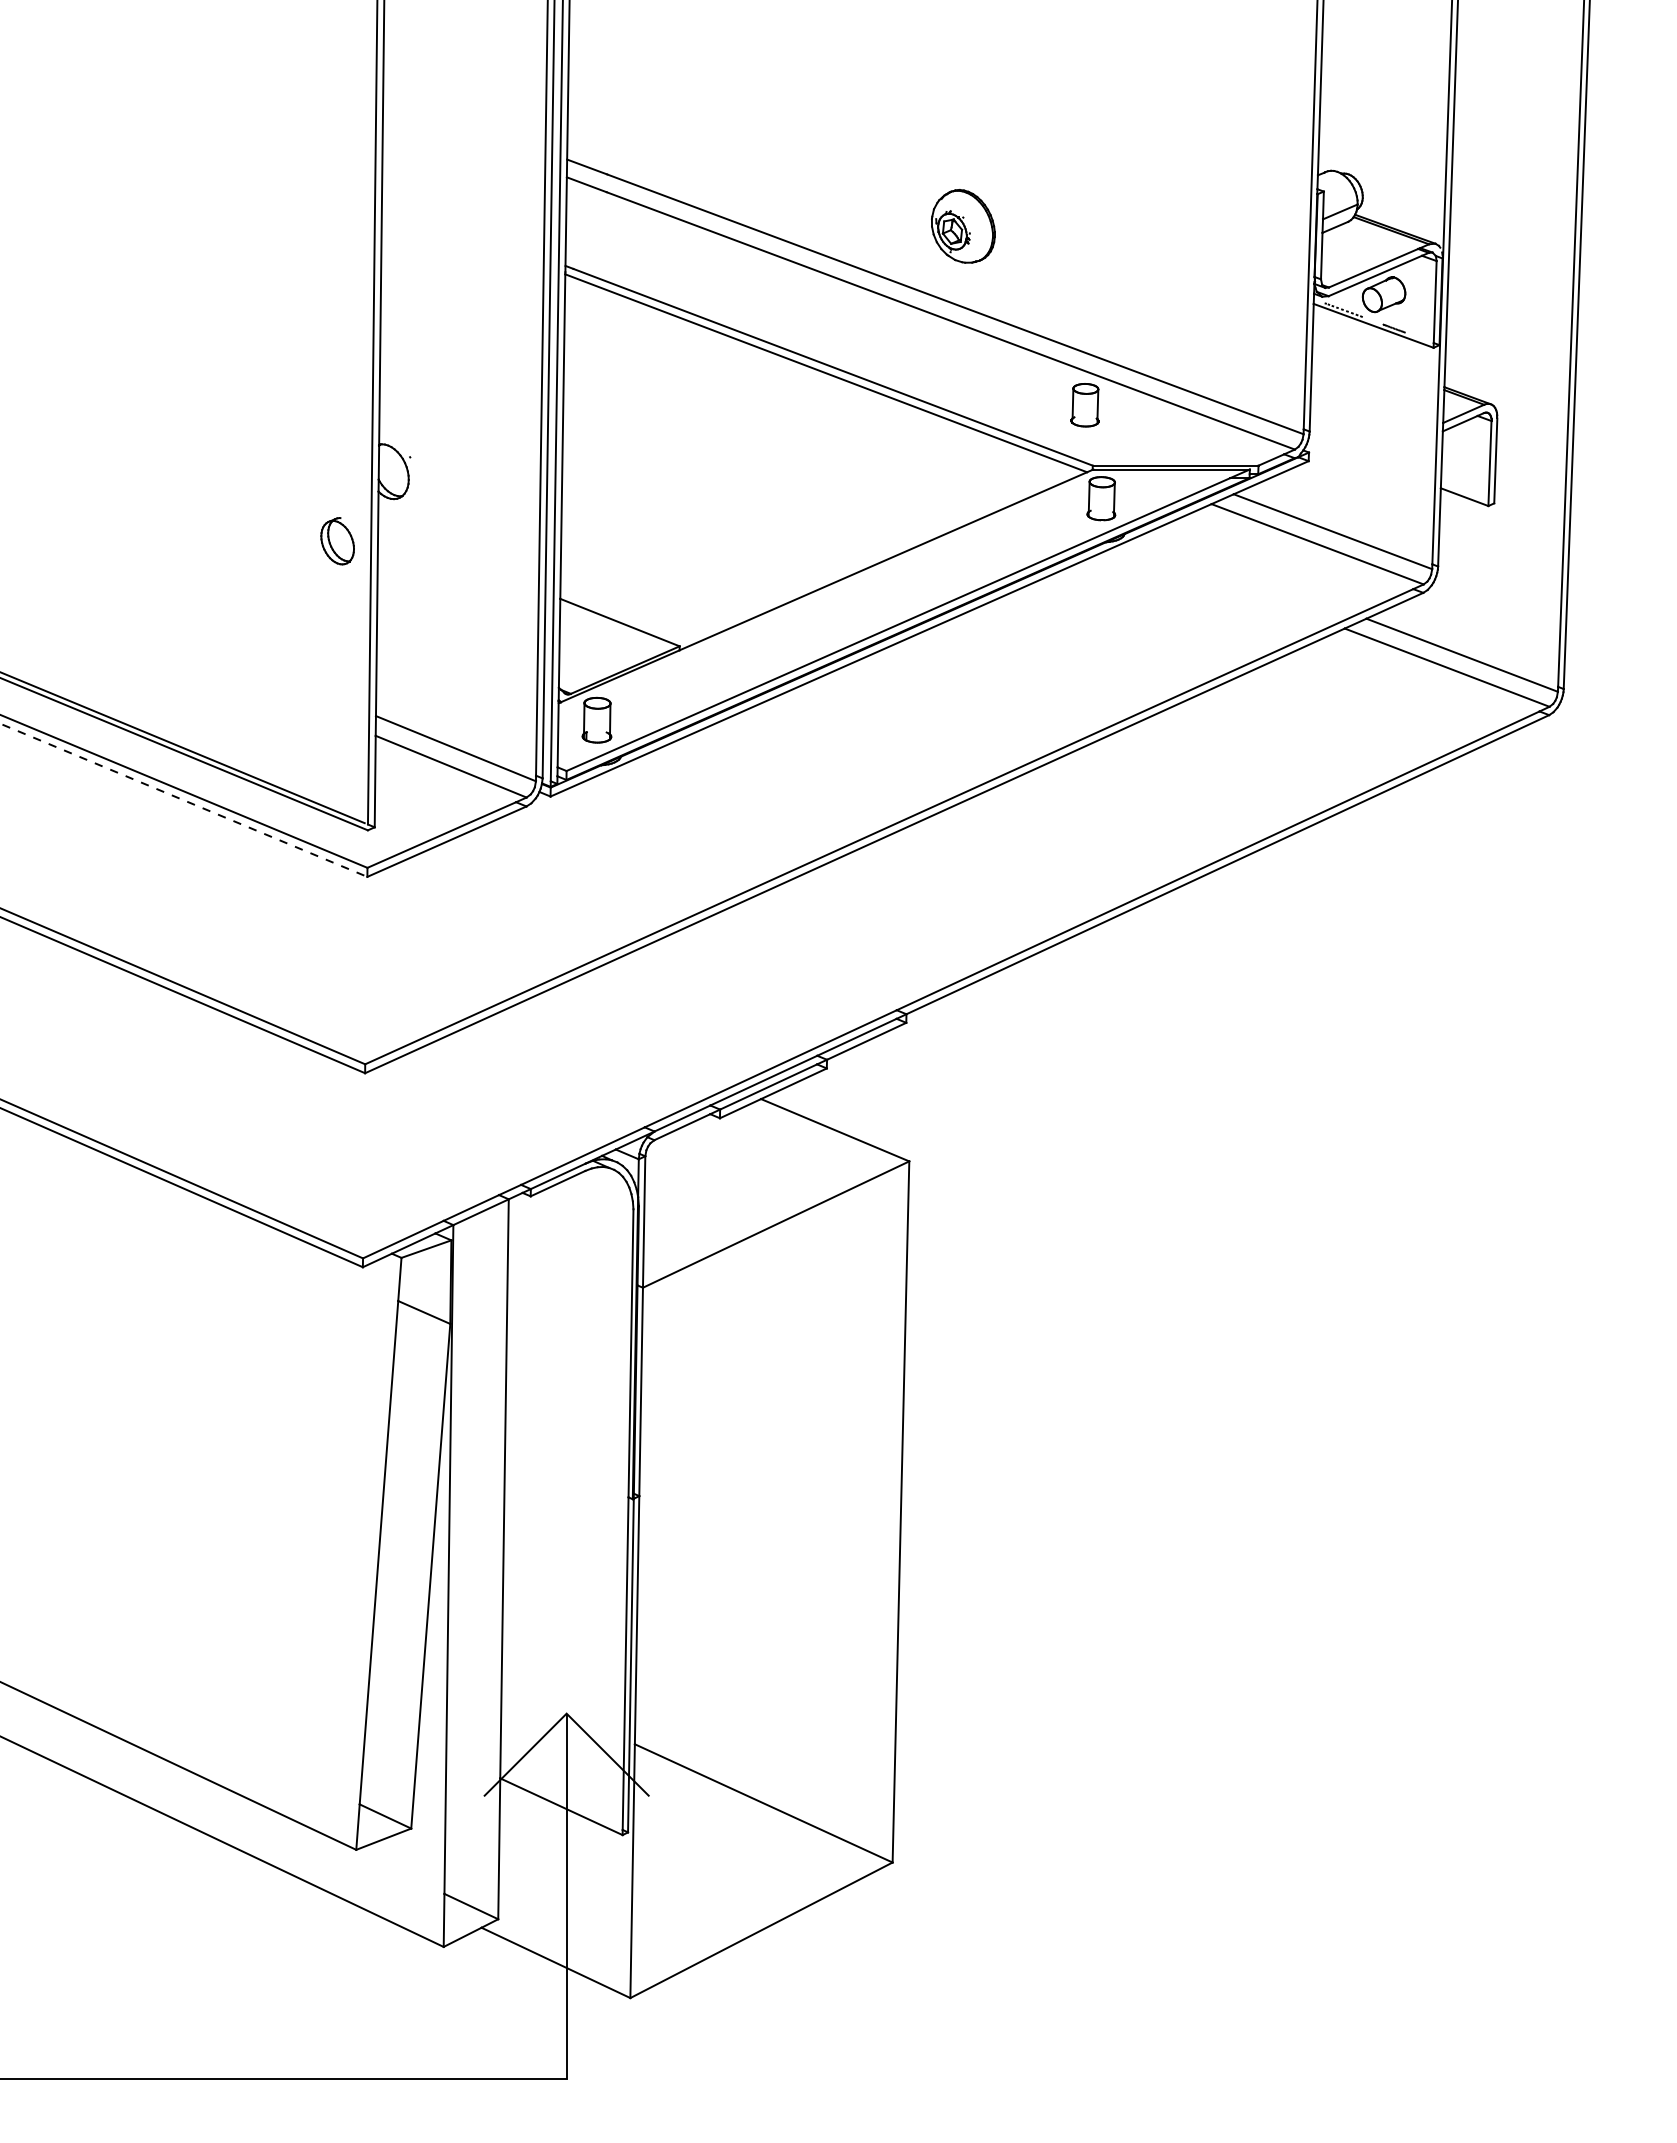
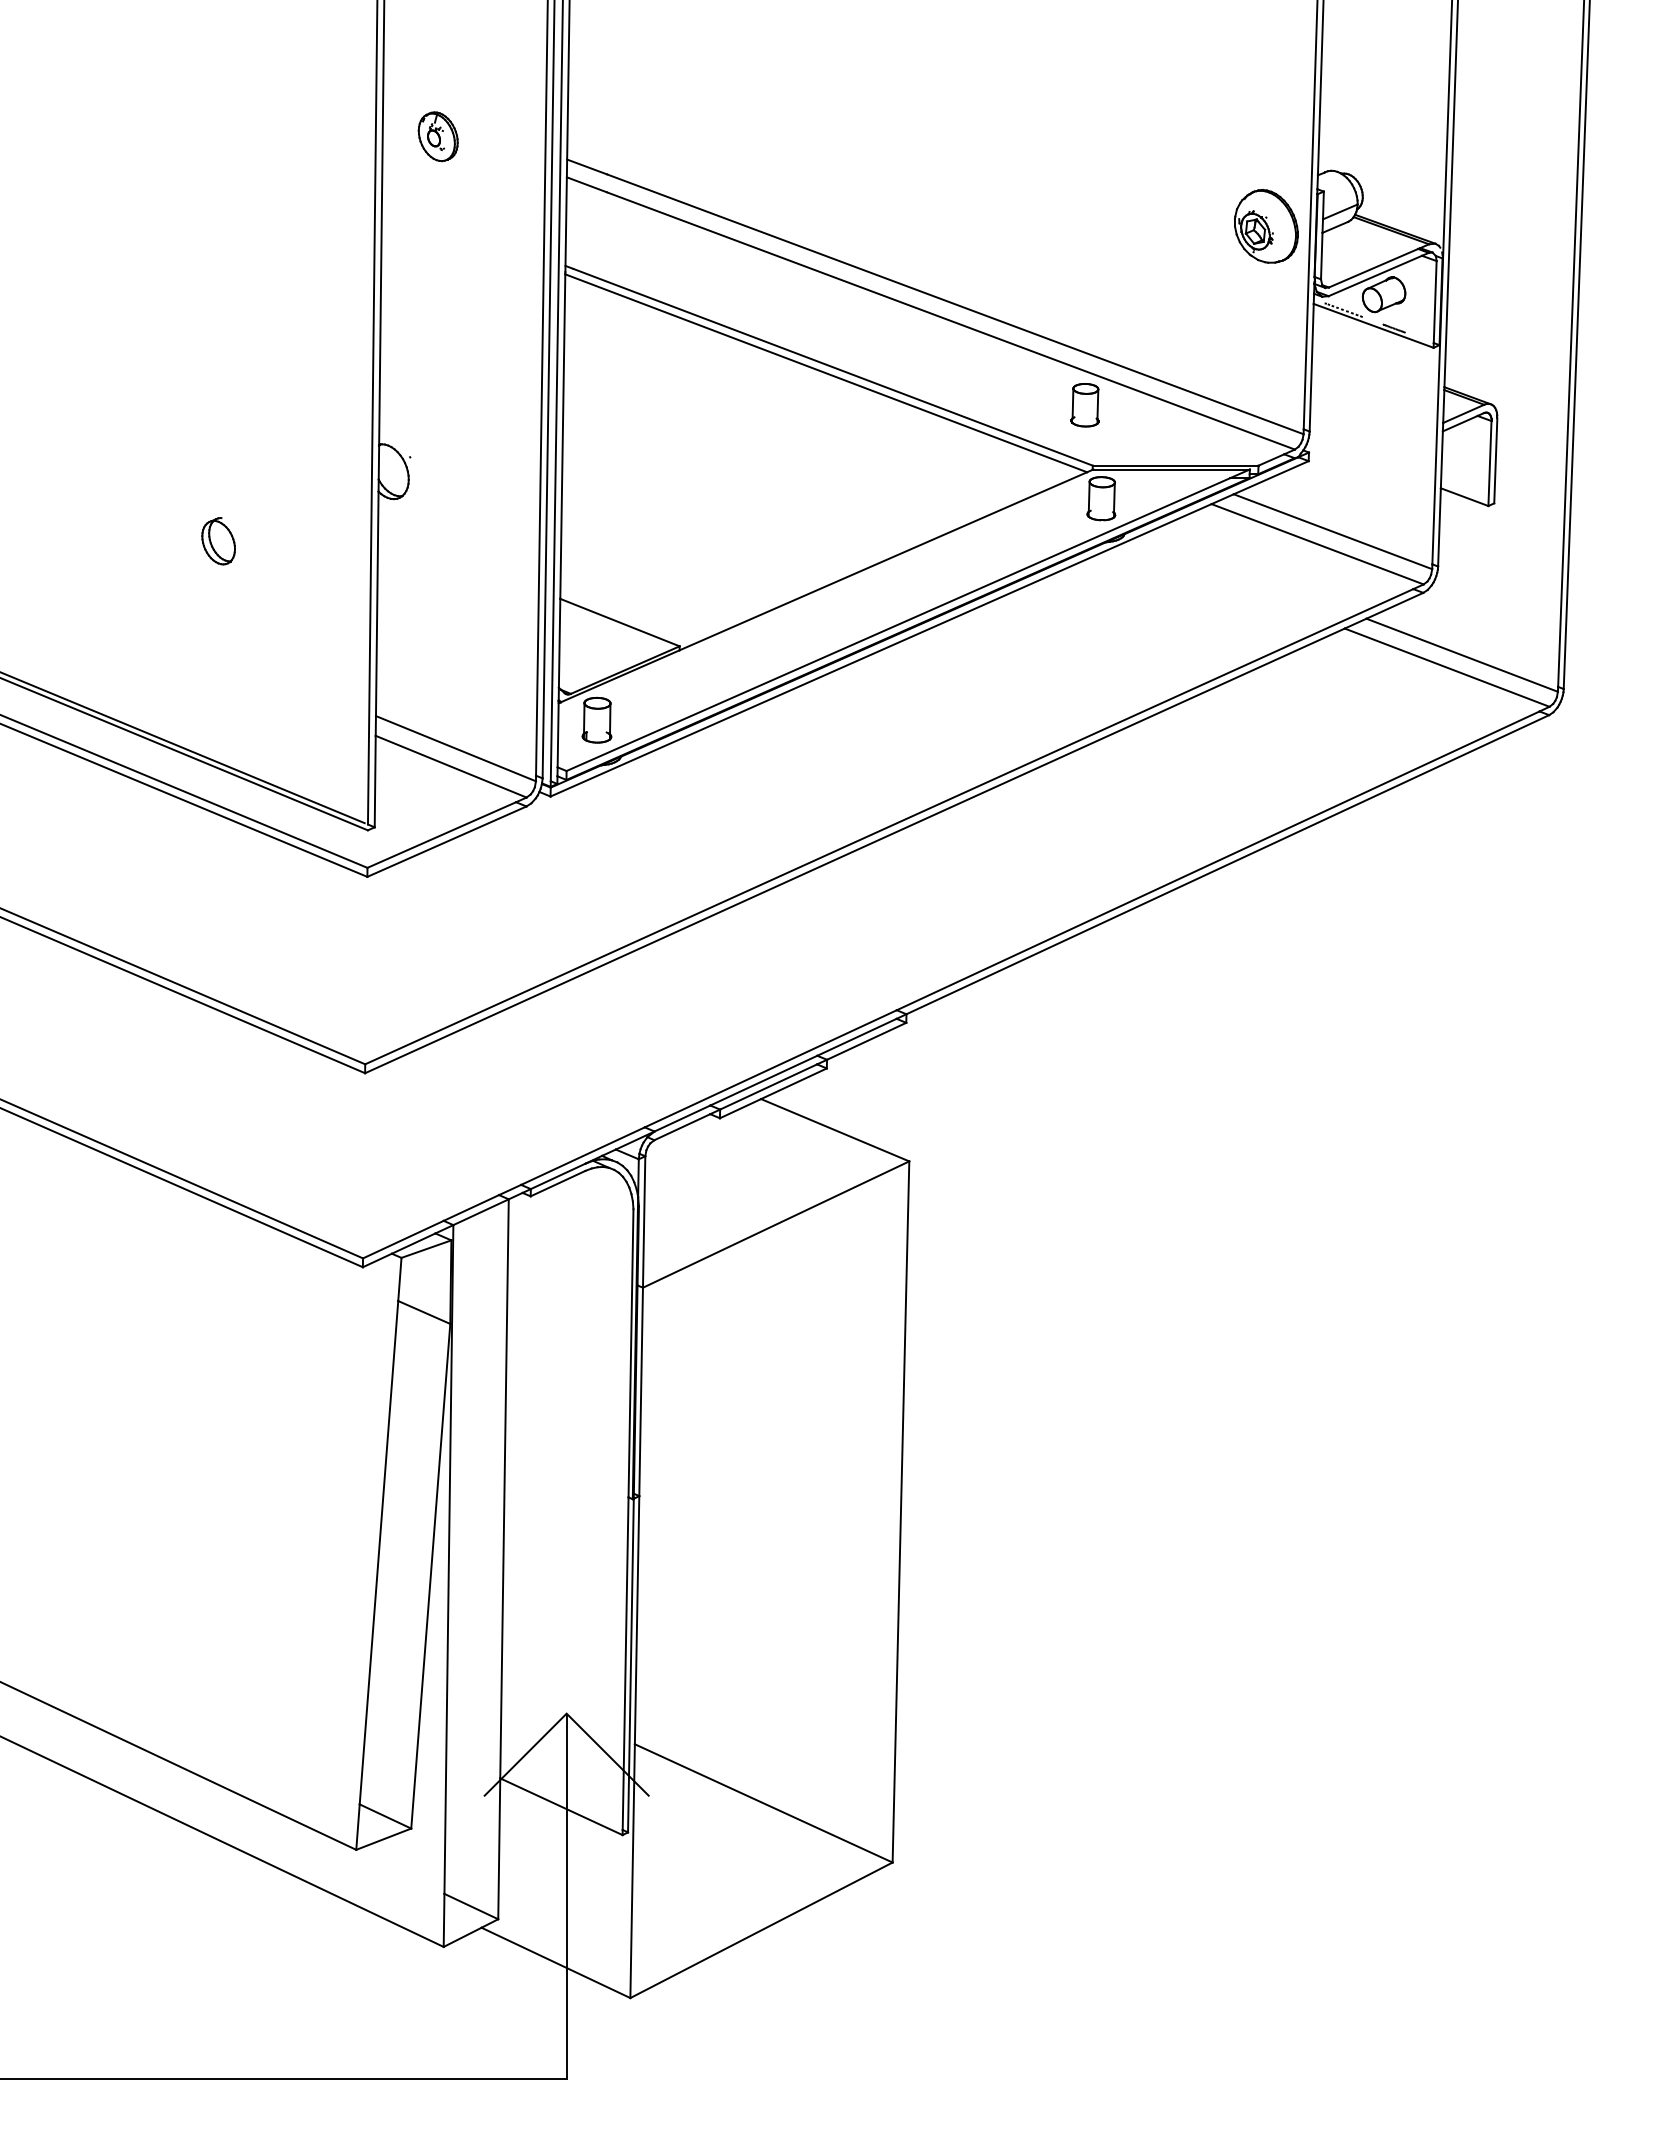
part at (437, 136): none -> present
part at (963, 226) position: (963, 226) -> (1266, 226)
part at (337, 541) position: (337, 541) -> (218, 541)
line at (183, 800): dashed -> solid
